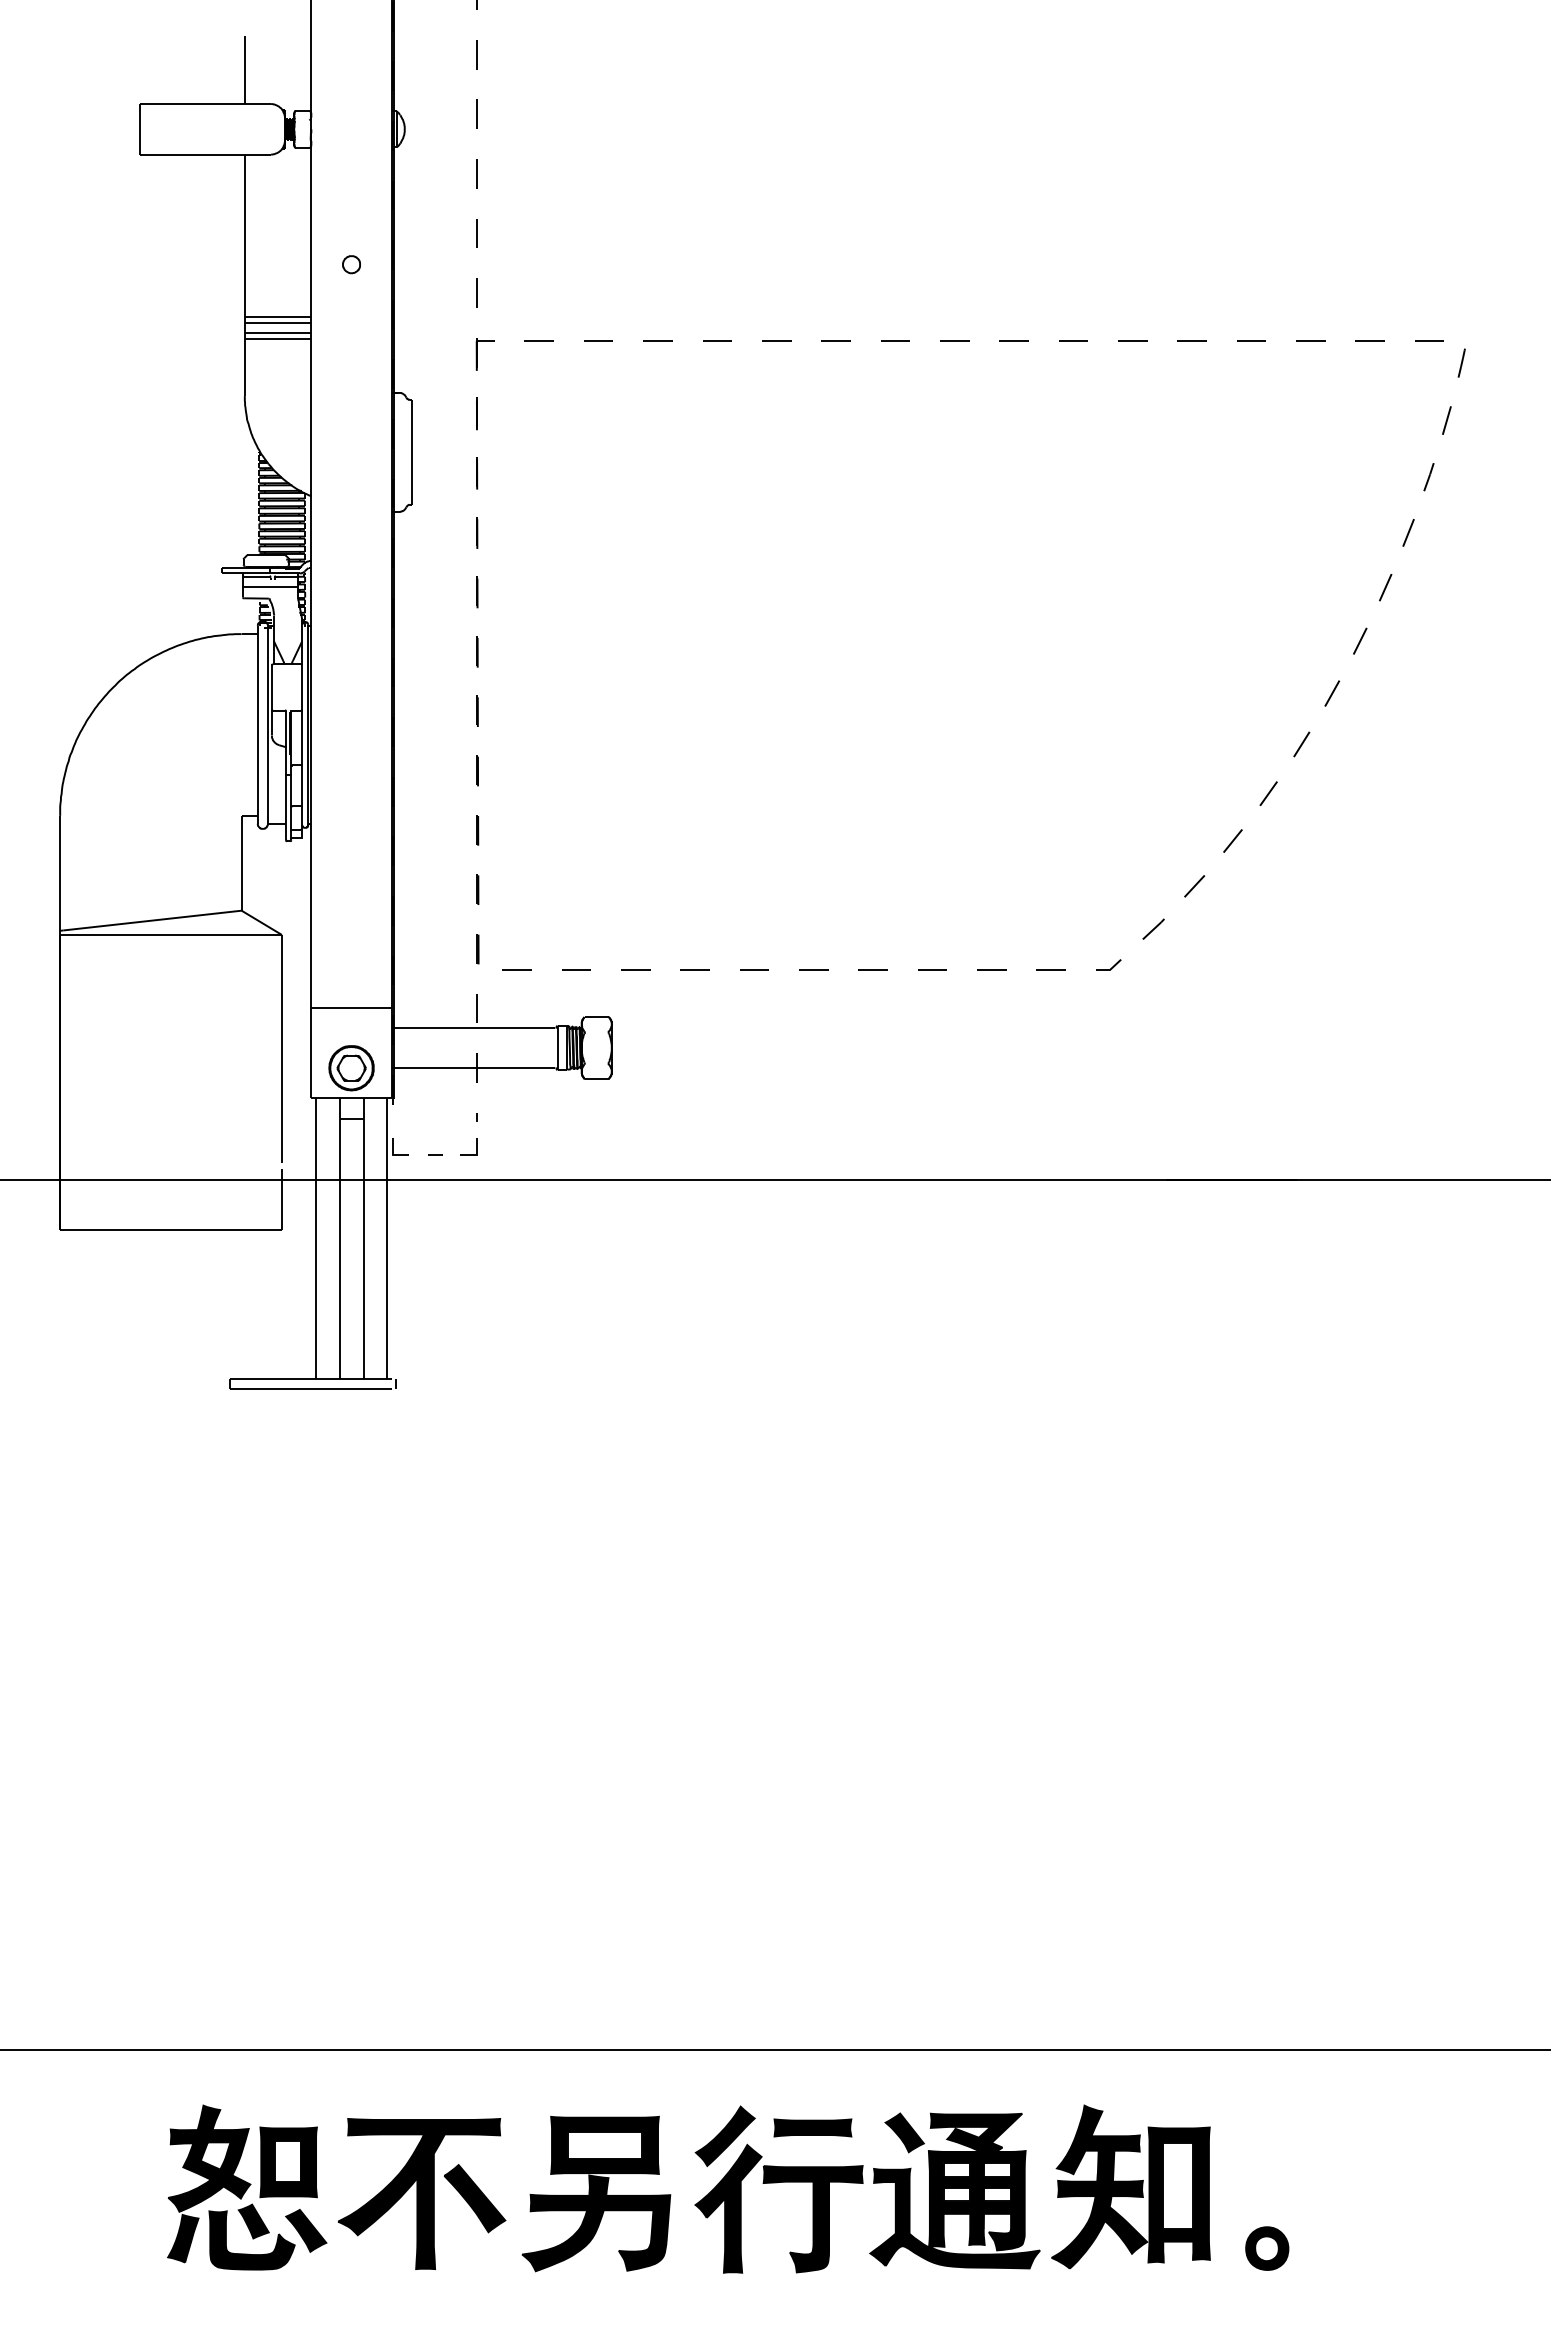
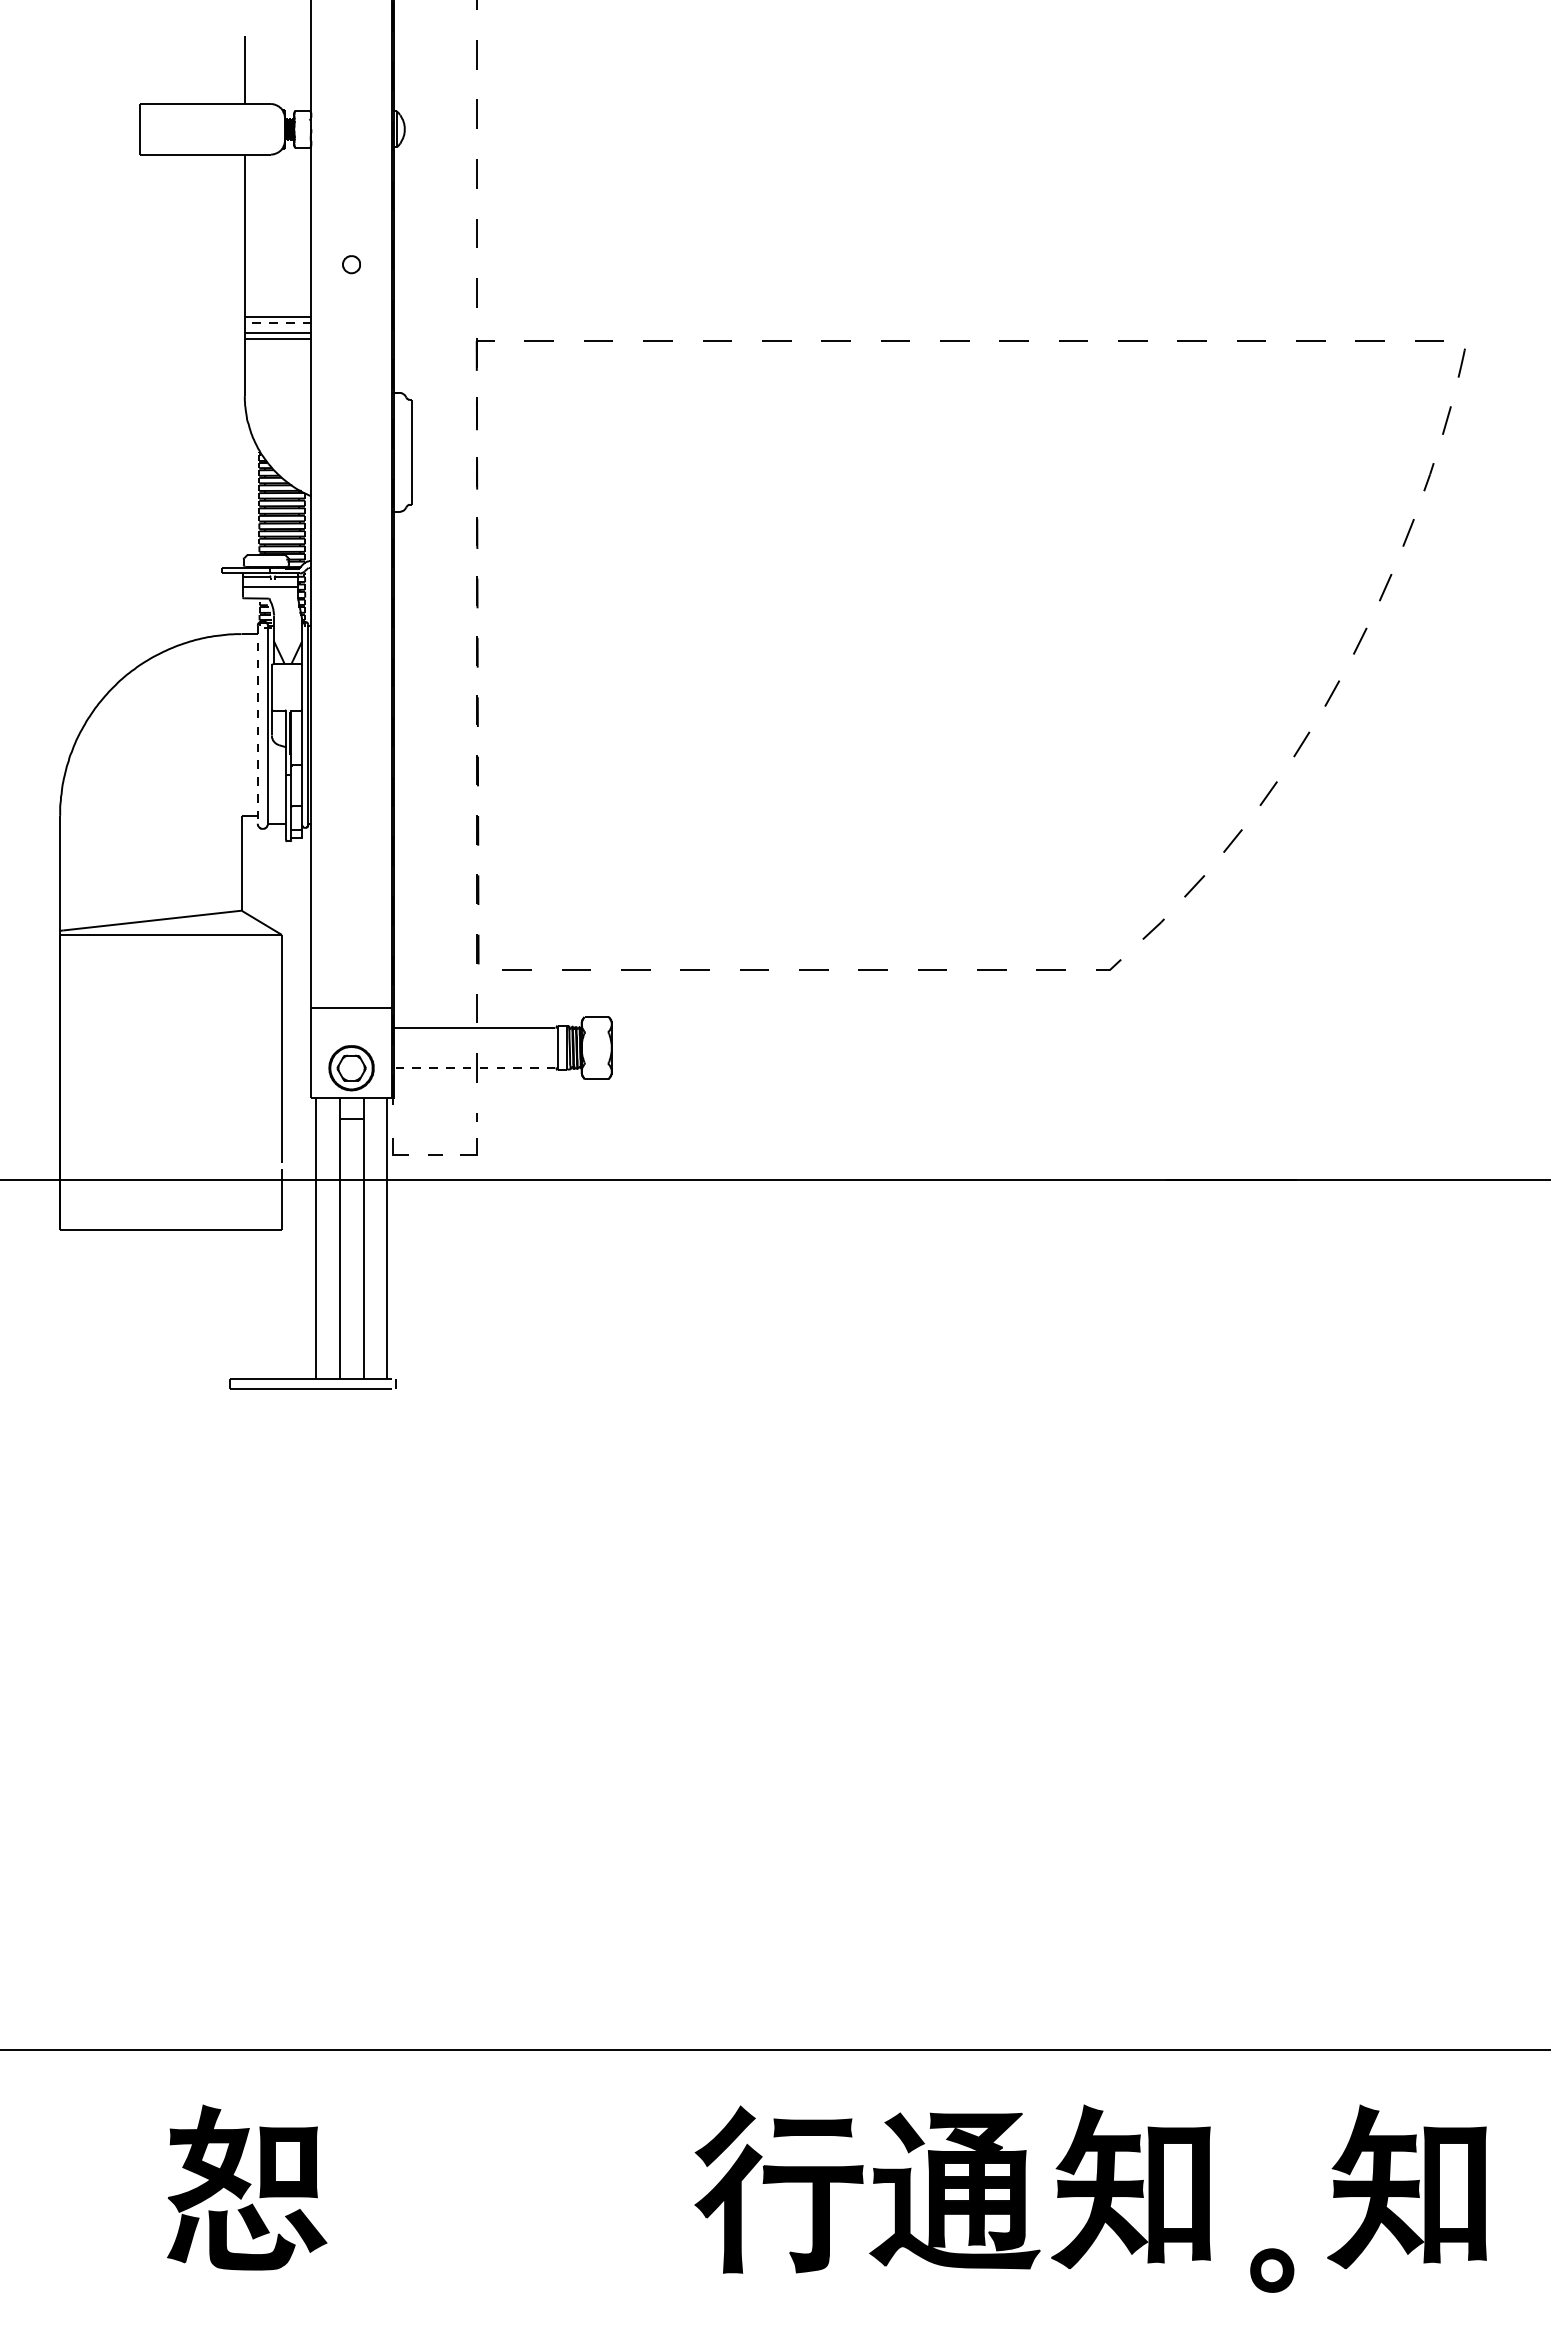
line at (277, 323): solid -> dashed
line at (257, 724): solid -> dashed
line at (473, 1068): solid -> dashed
part at (1406, 2186): none -> present
part at (596, 2193): present -> none
part at (422, 2194): present -> none
part at (1267, 2248) position: (1267, 2248) -> (1272, 2270)
